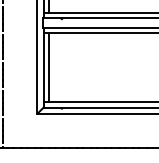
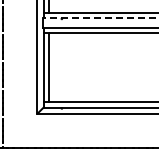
line at (100, 18): solid -> dashed
